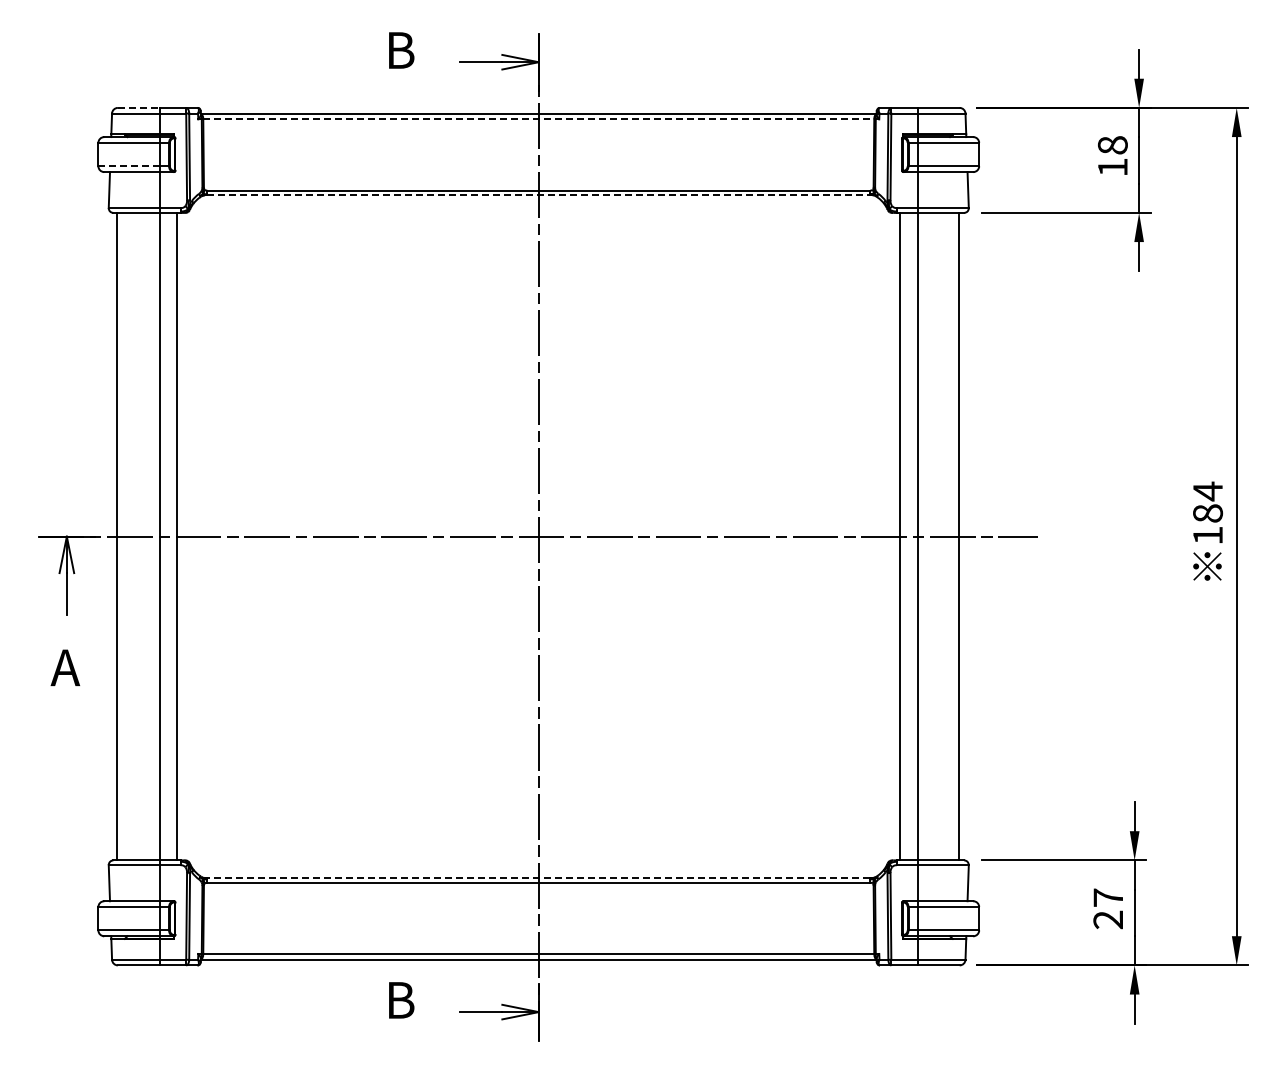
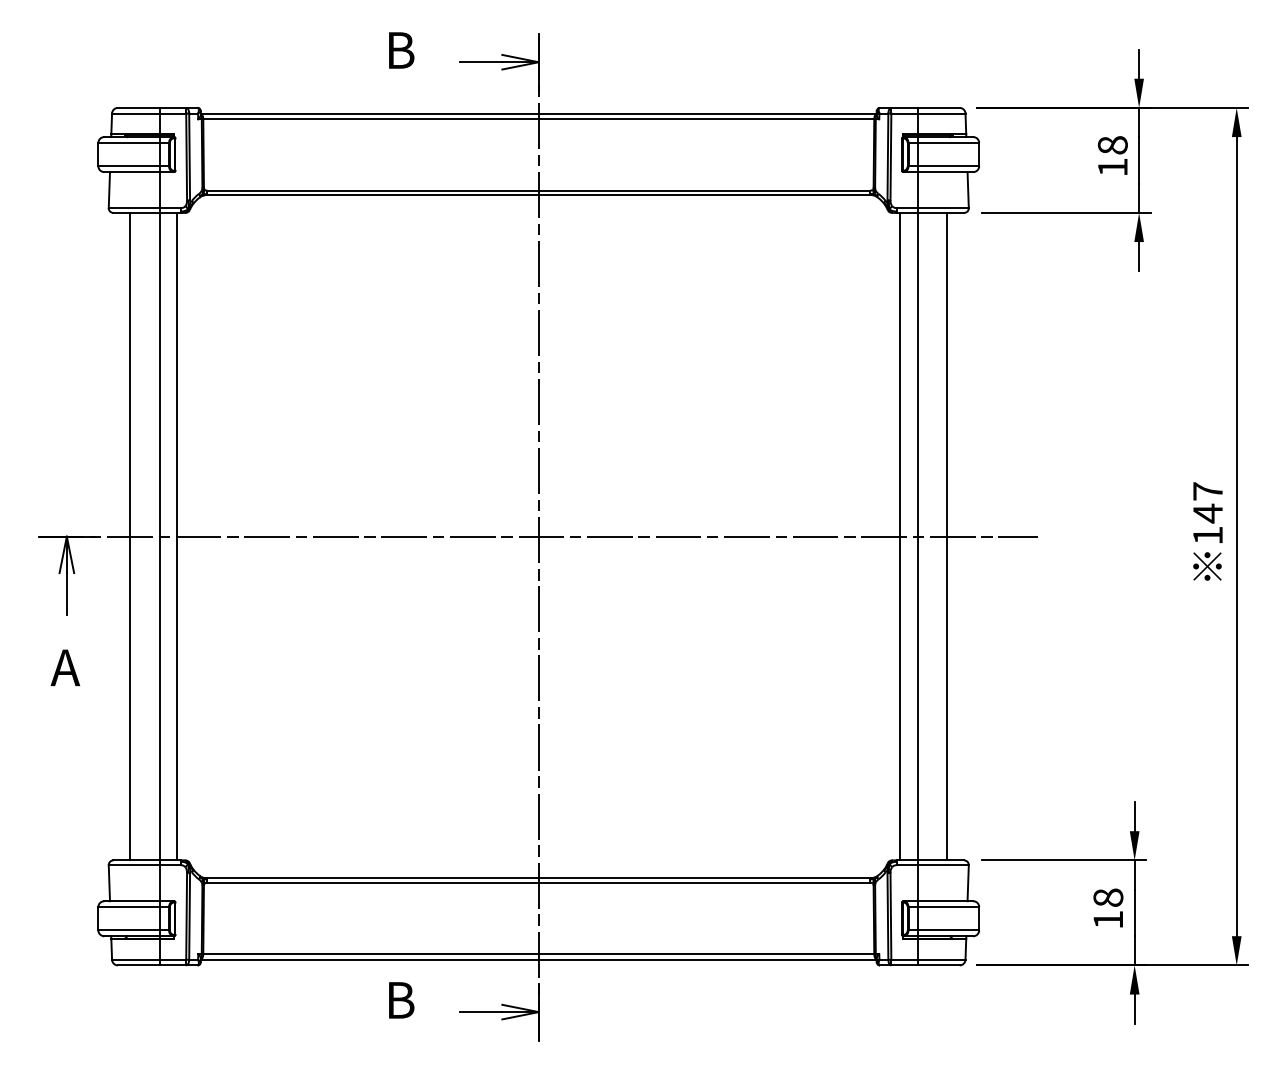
line at (138, 107): dashed -> solid
line at (539, 119): dashed -> solid
line at (129, 166): dashed -> solid
line at (539, 195): dashed -> solid
text at (1208, 502): 184 -> 147
line at (117, 536) position: (117, 536) -> (130, 536)
line at (959, 536) position: (959, 536) -> (947, 536)
line at (538, 877): dashed -> solid
text at (1108, 908): 27 -> 18
